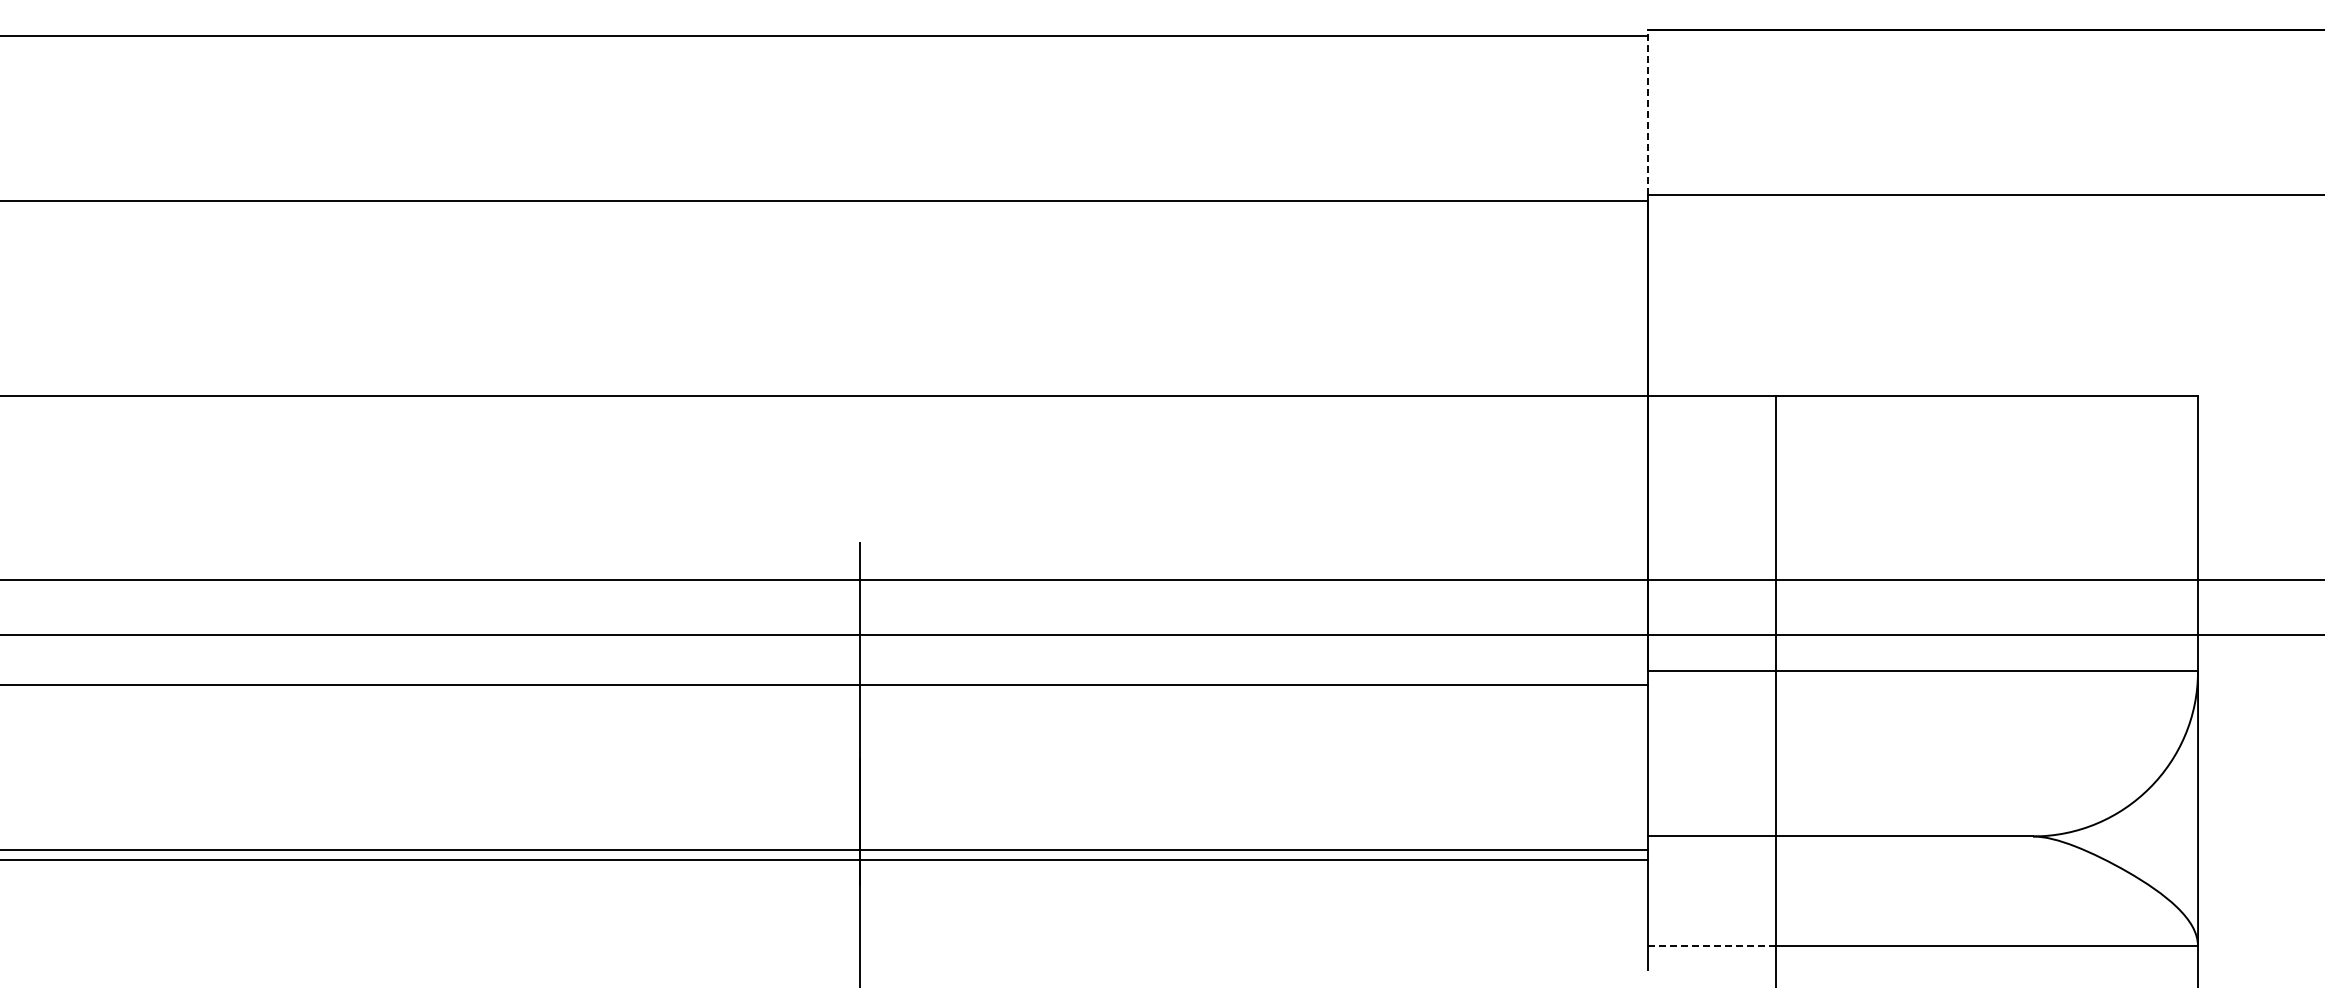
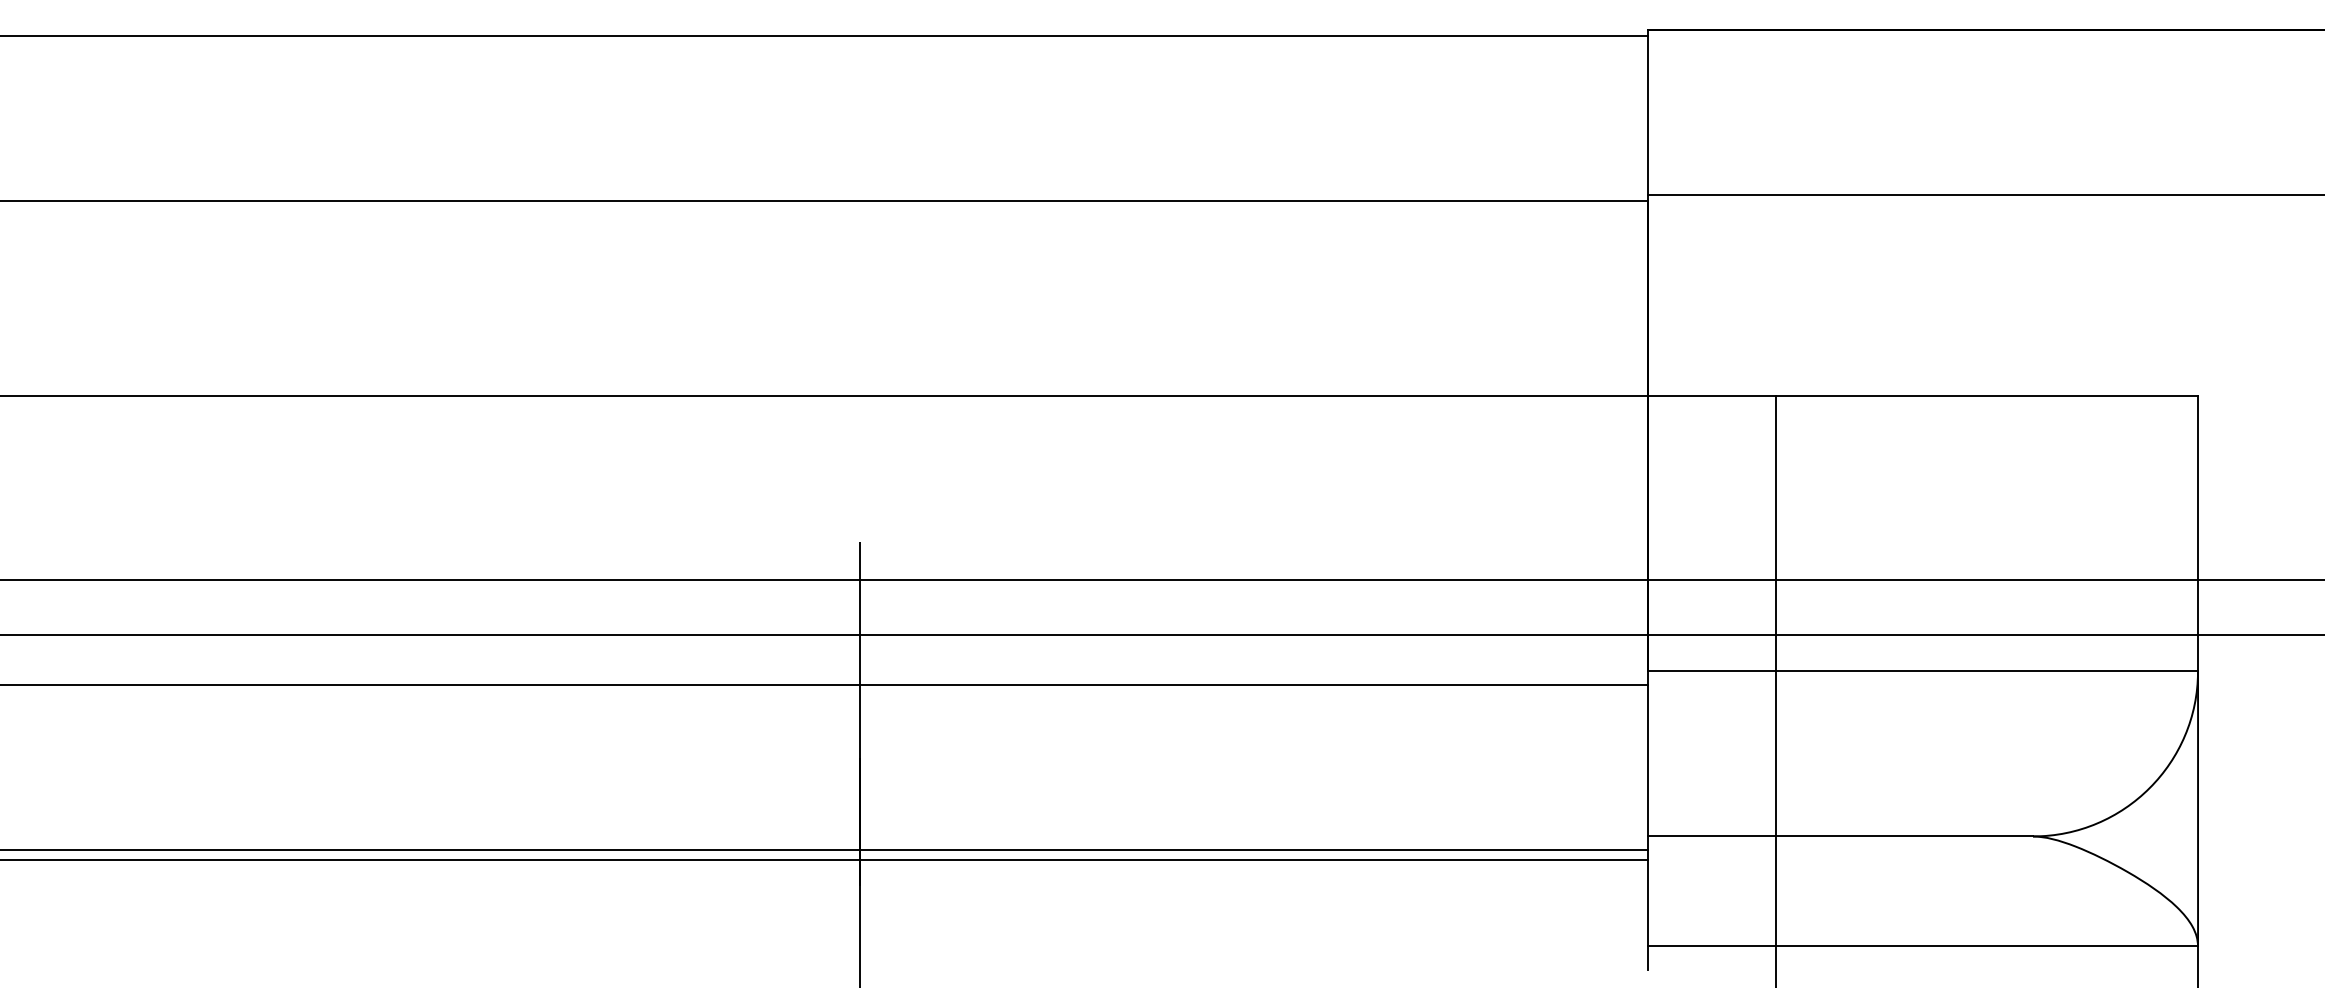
line at (1647, 112): dashed -> solid
line at (1712, 946): dashed -> solid
